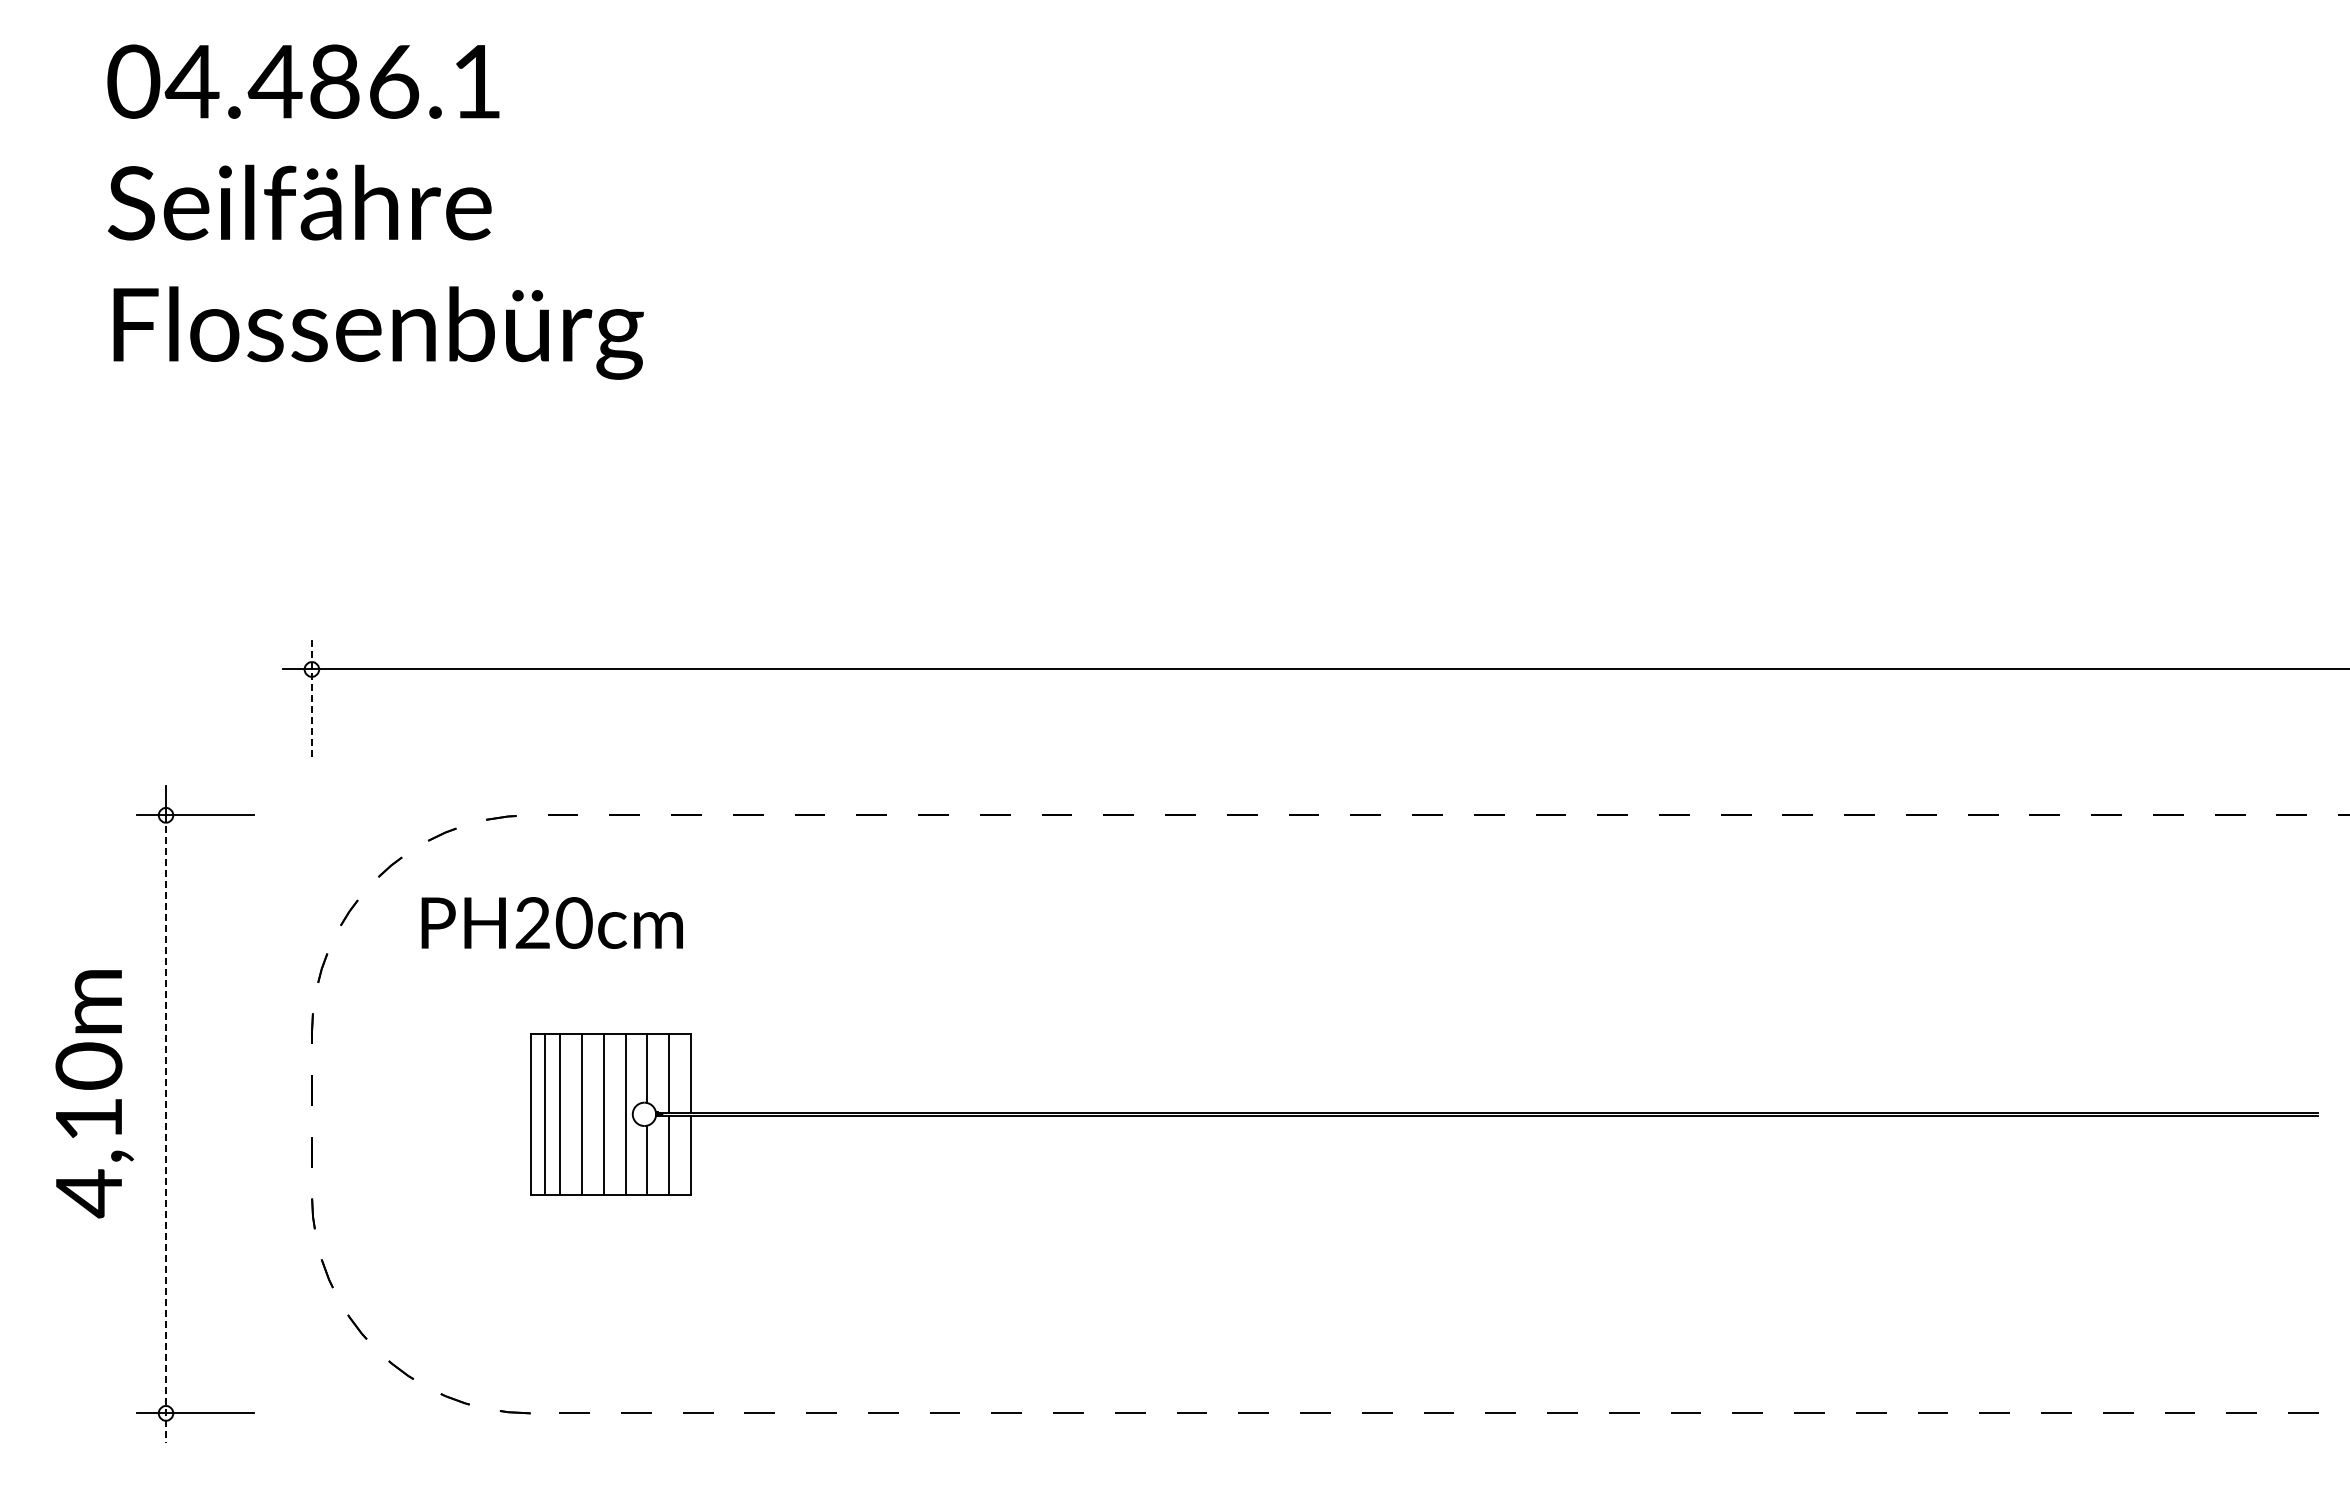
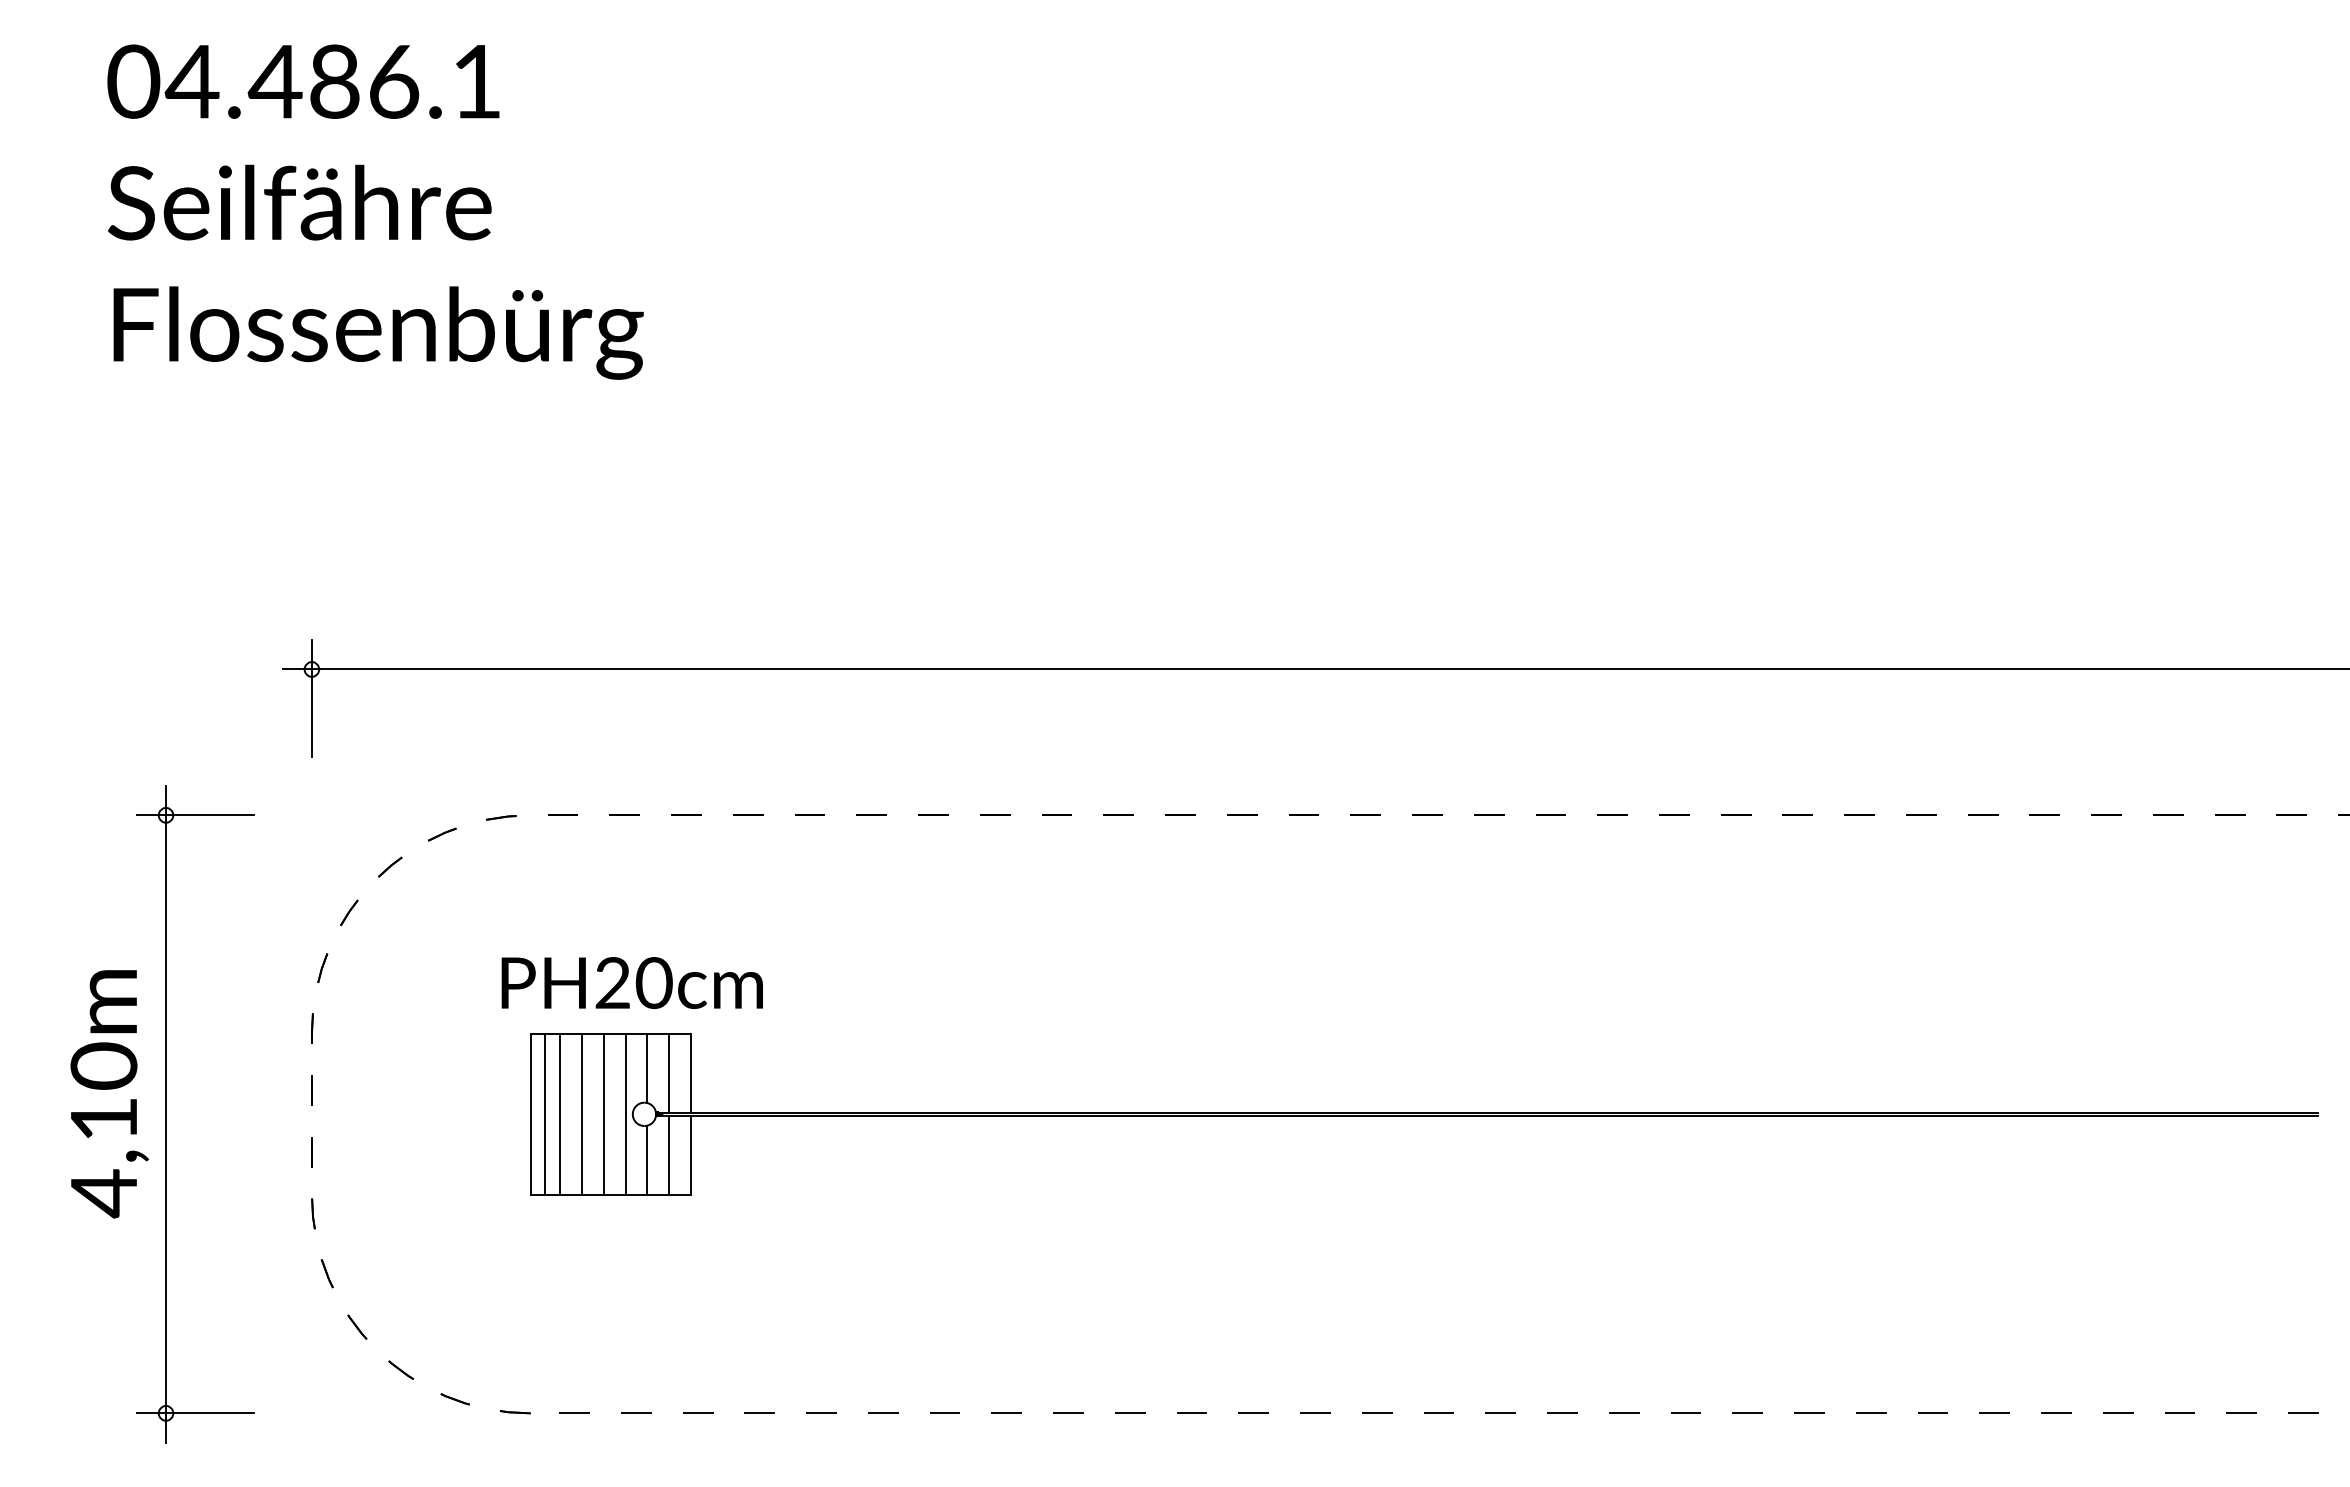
line at (311, 698): dashed -> solid
text at (551, 923) position: (551, 923) -> (631, 983)
text at (94, 1094) position: (94, 1094) -> (109, 1094)
line at (166, 1128): dashed -> solid
